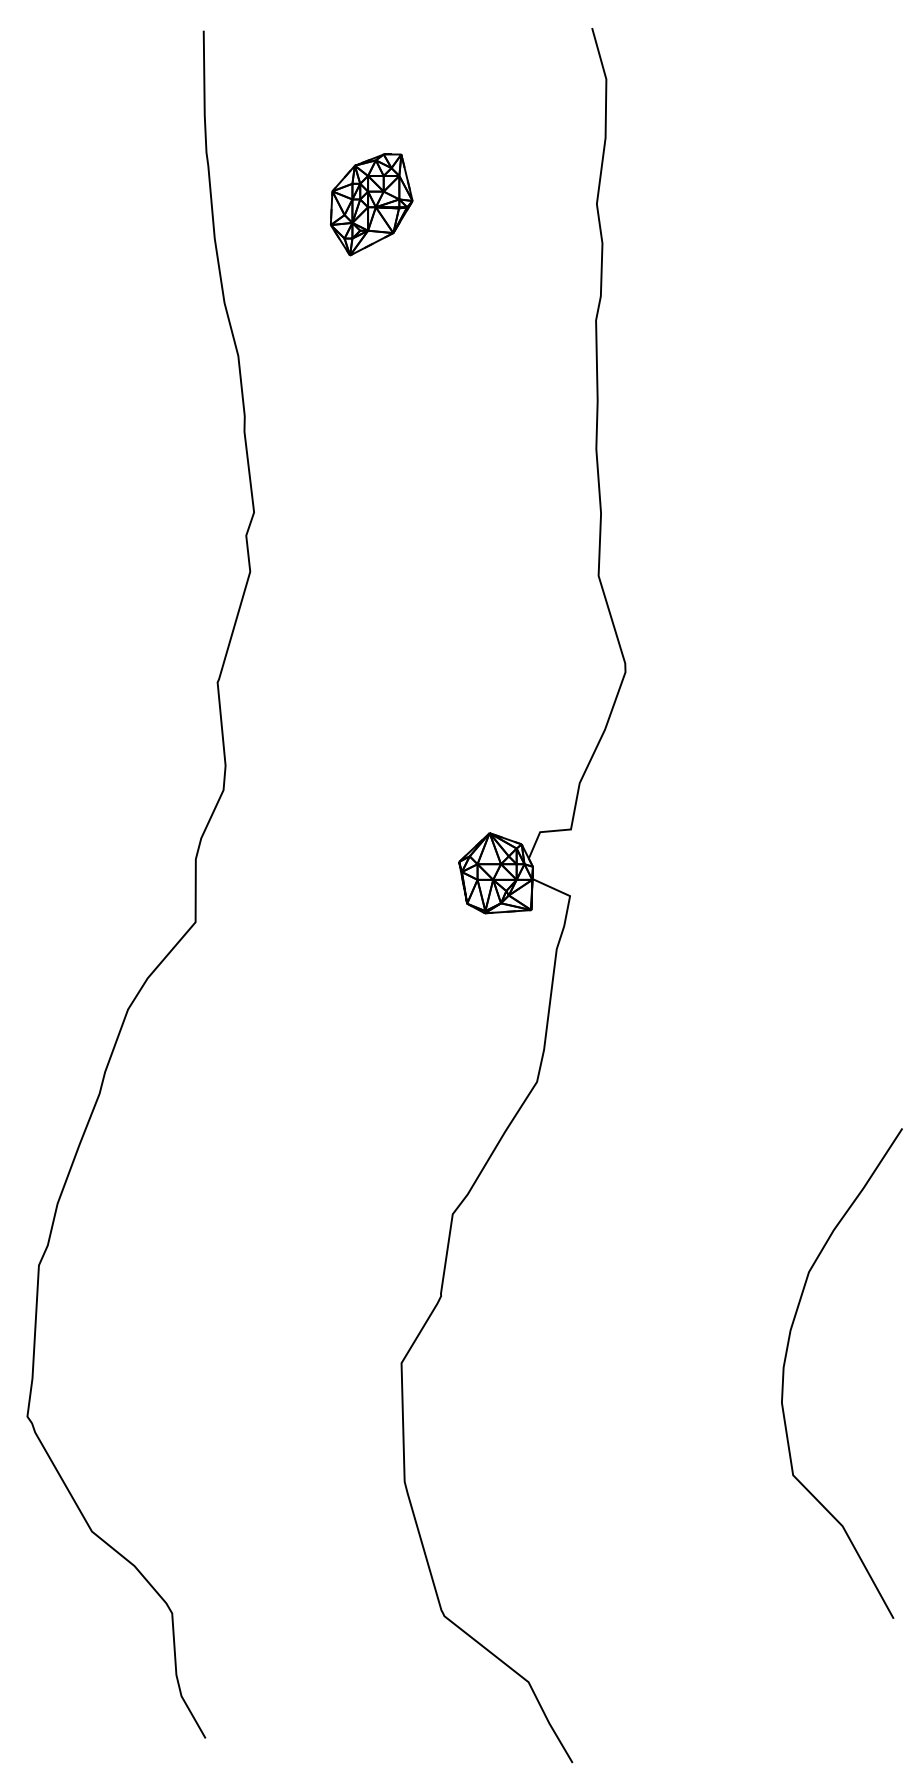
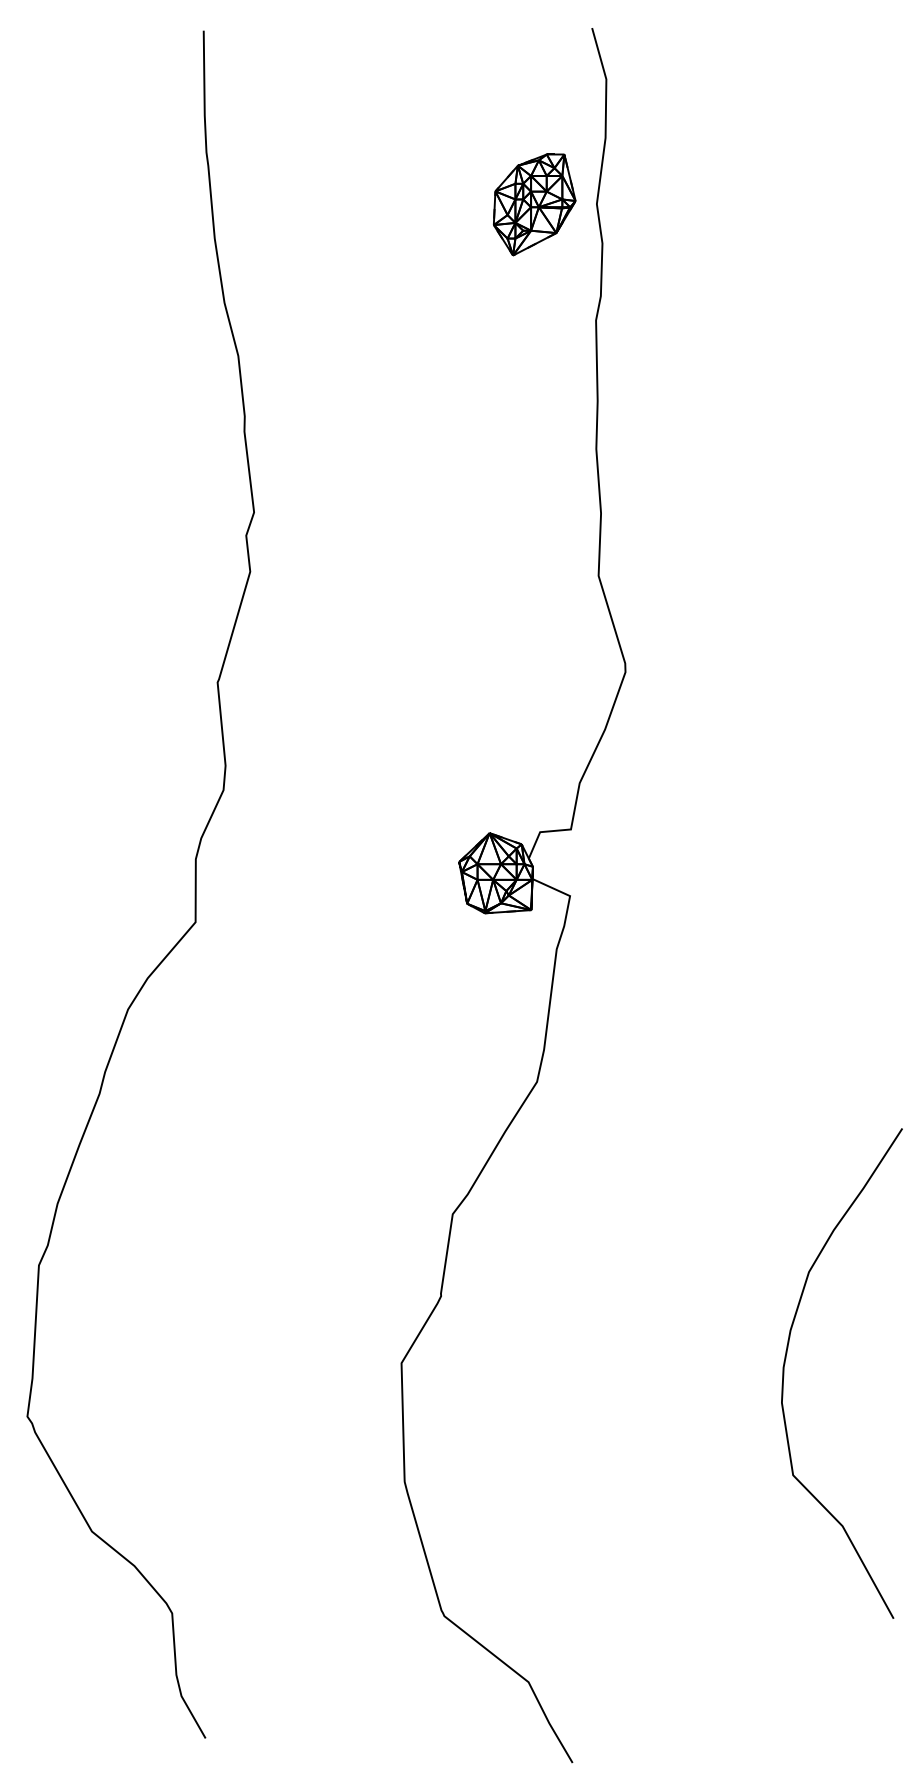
part at (371, 204) position: (371, 204) -> (534, 204)
